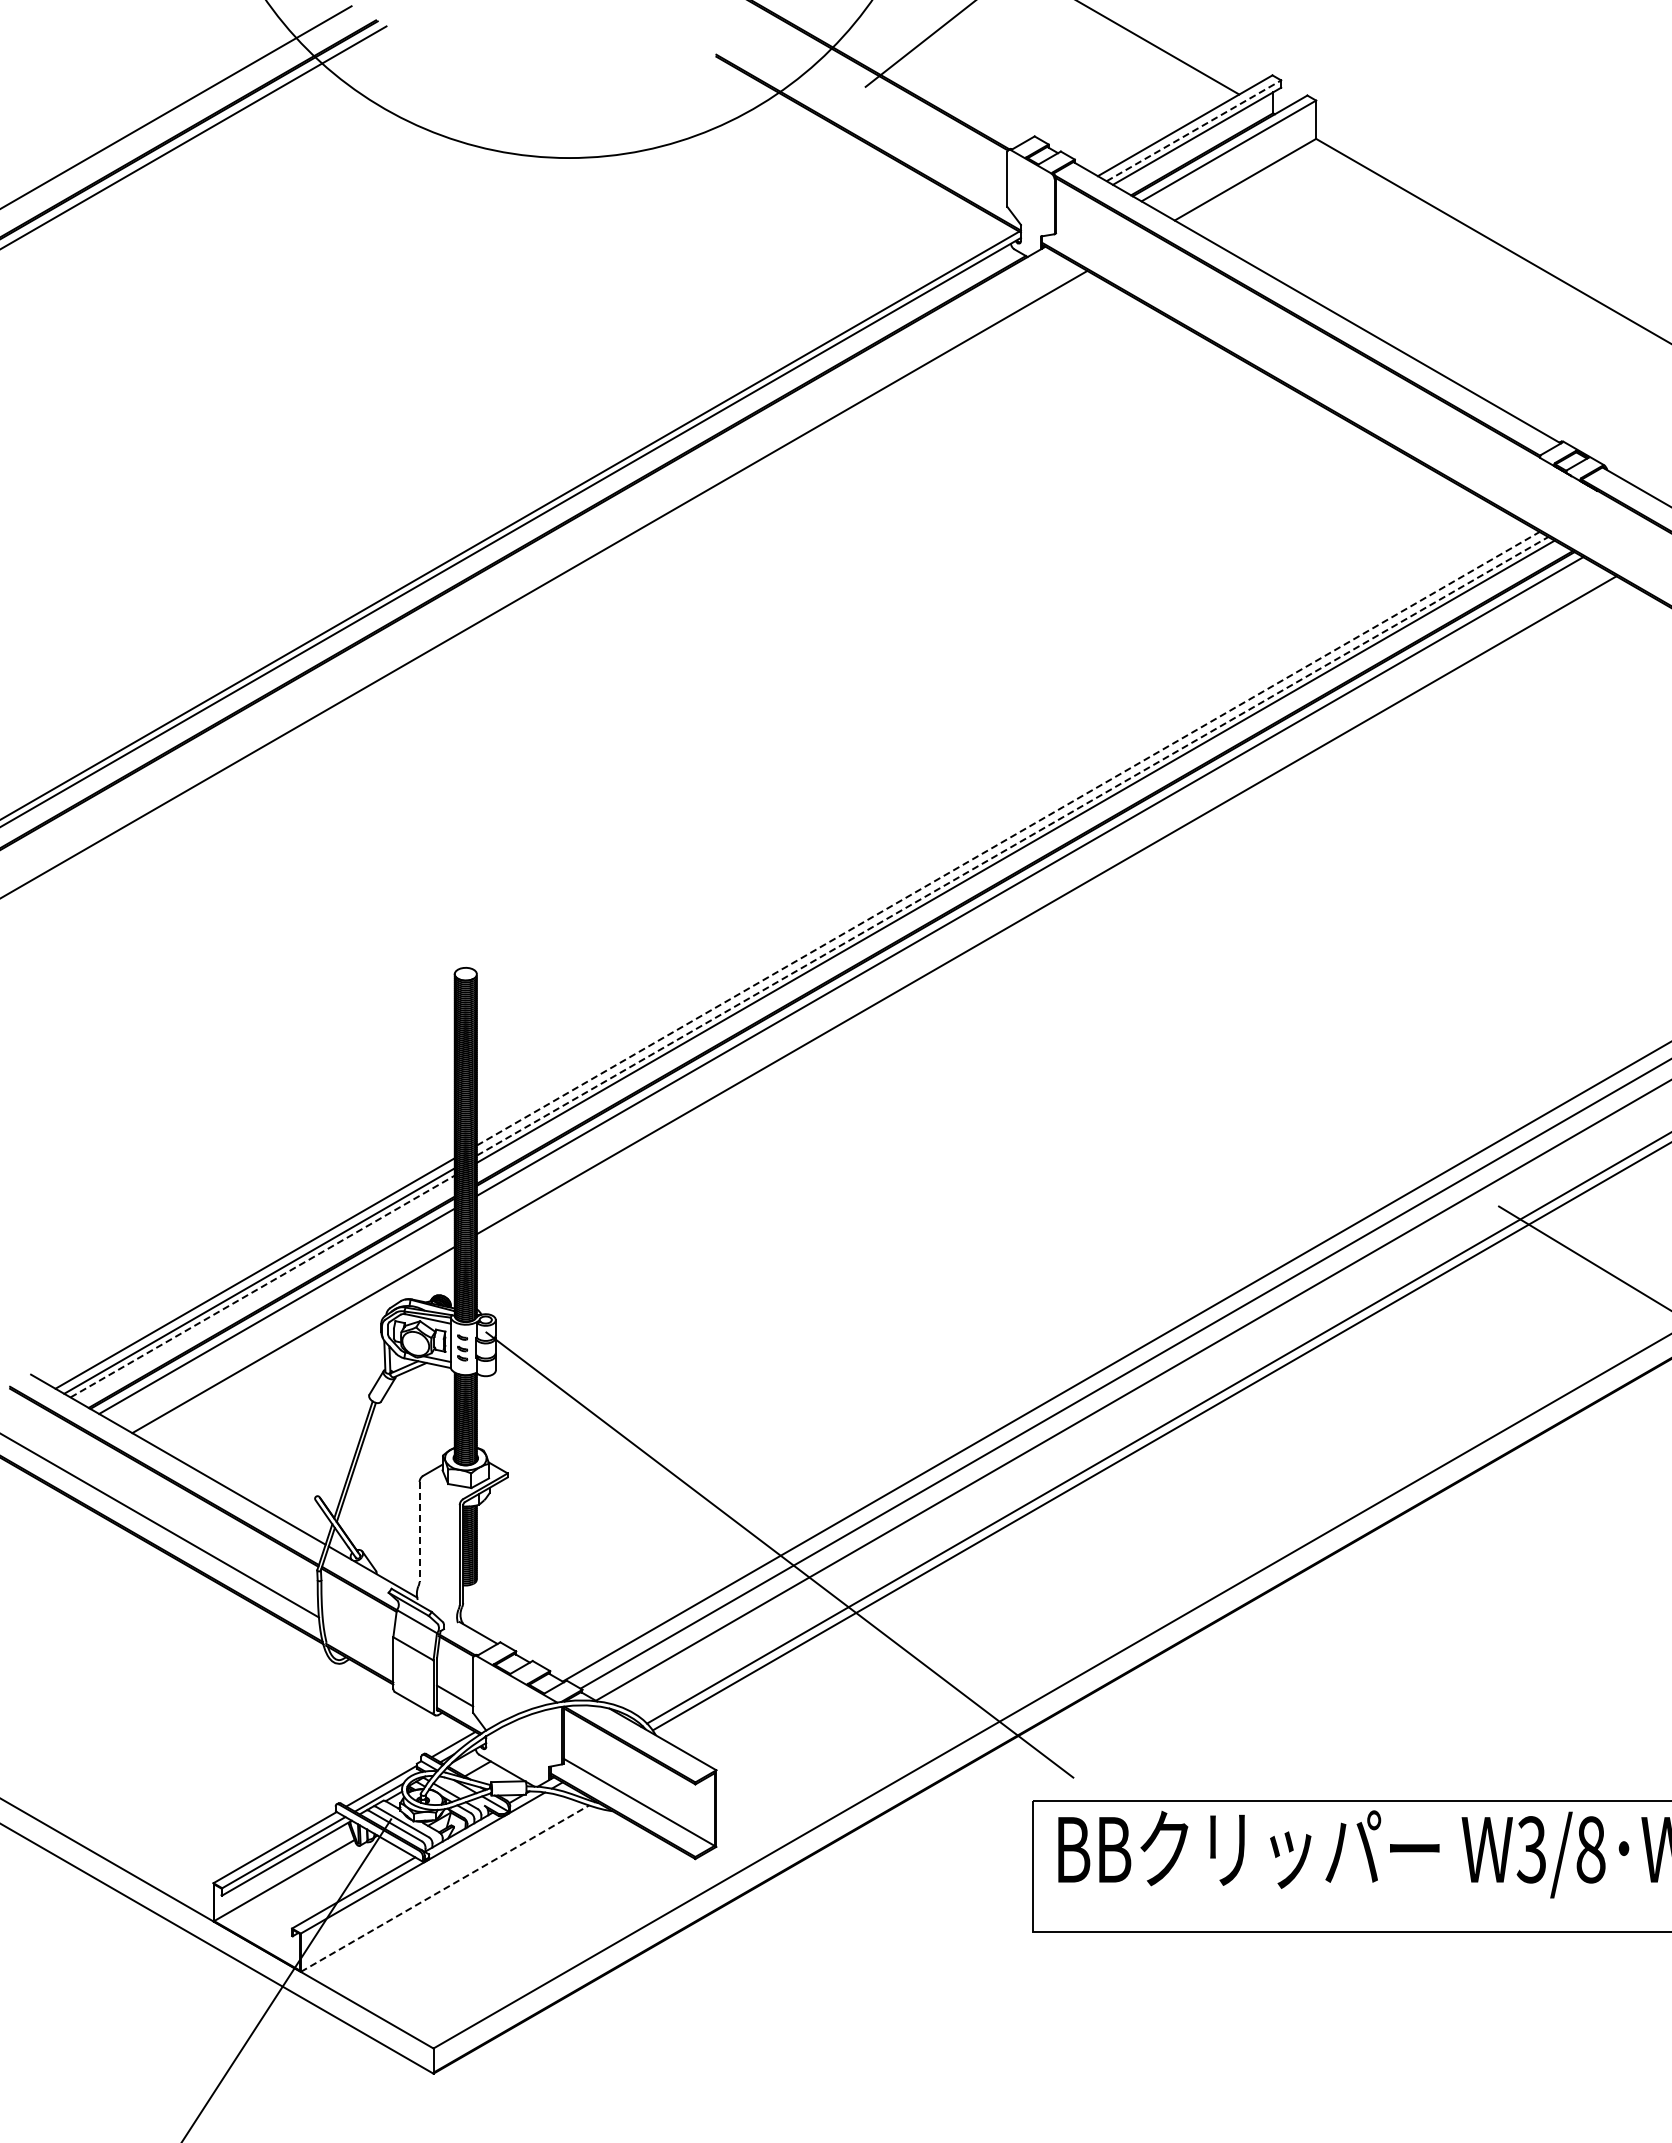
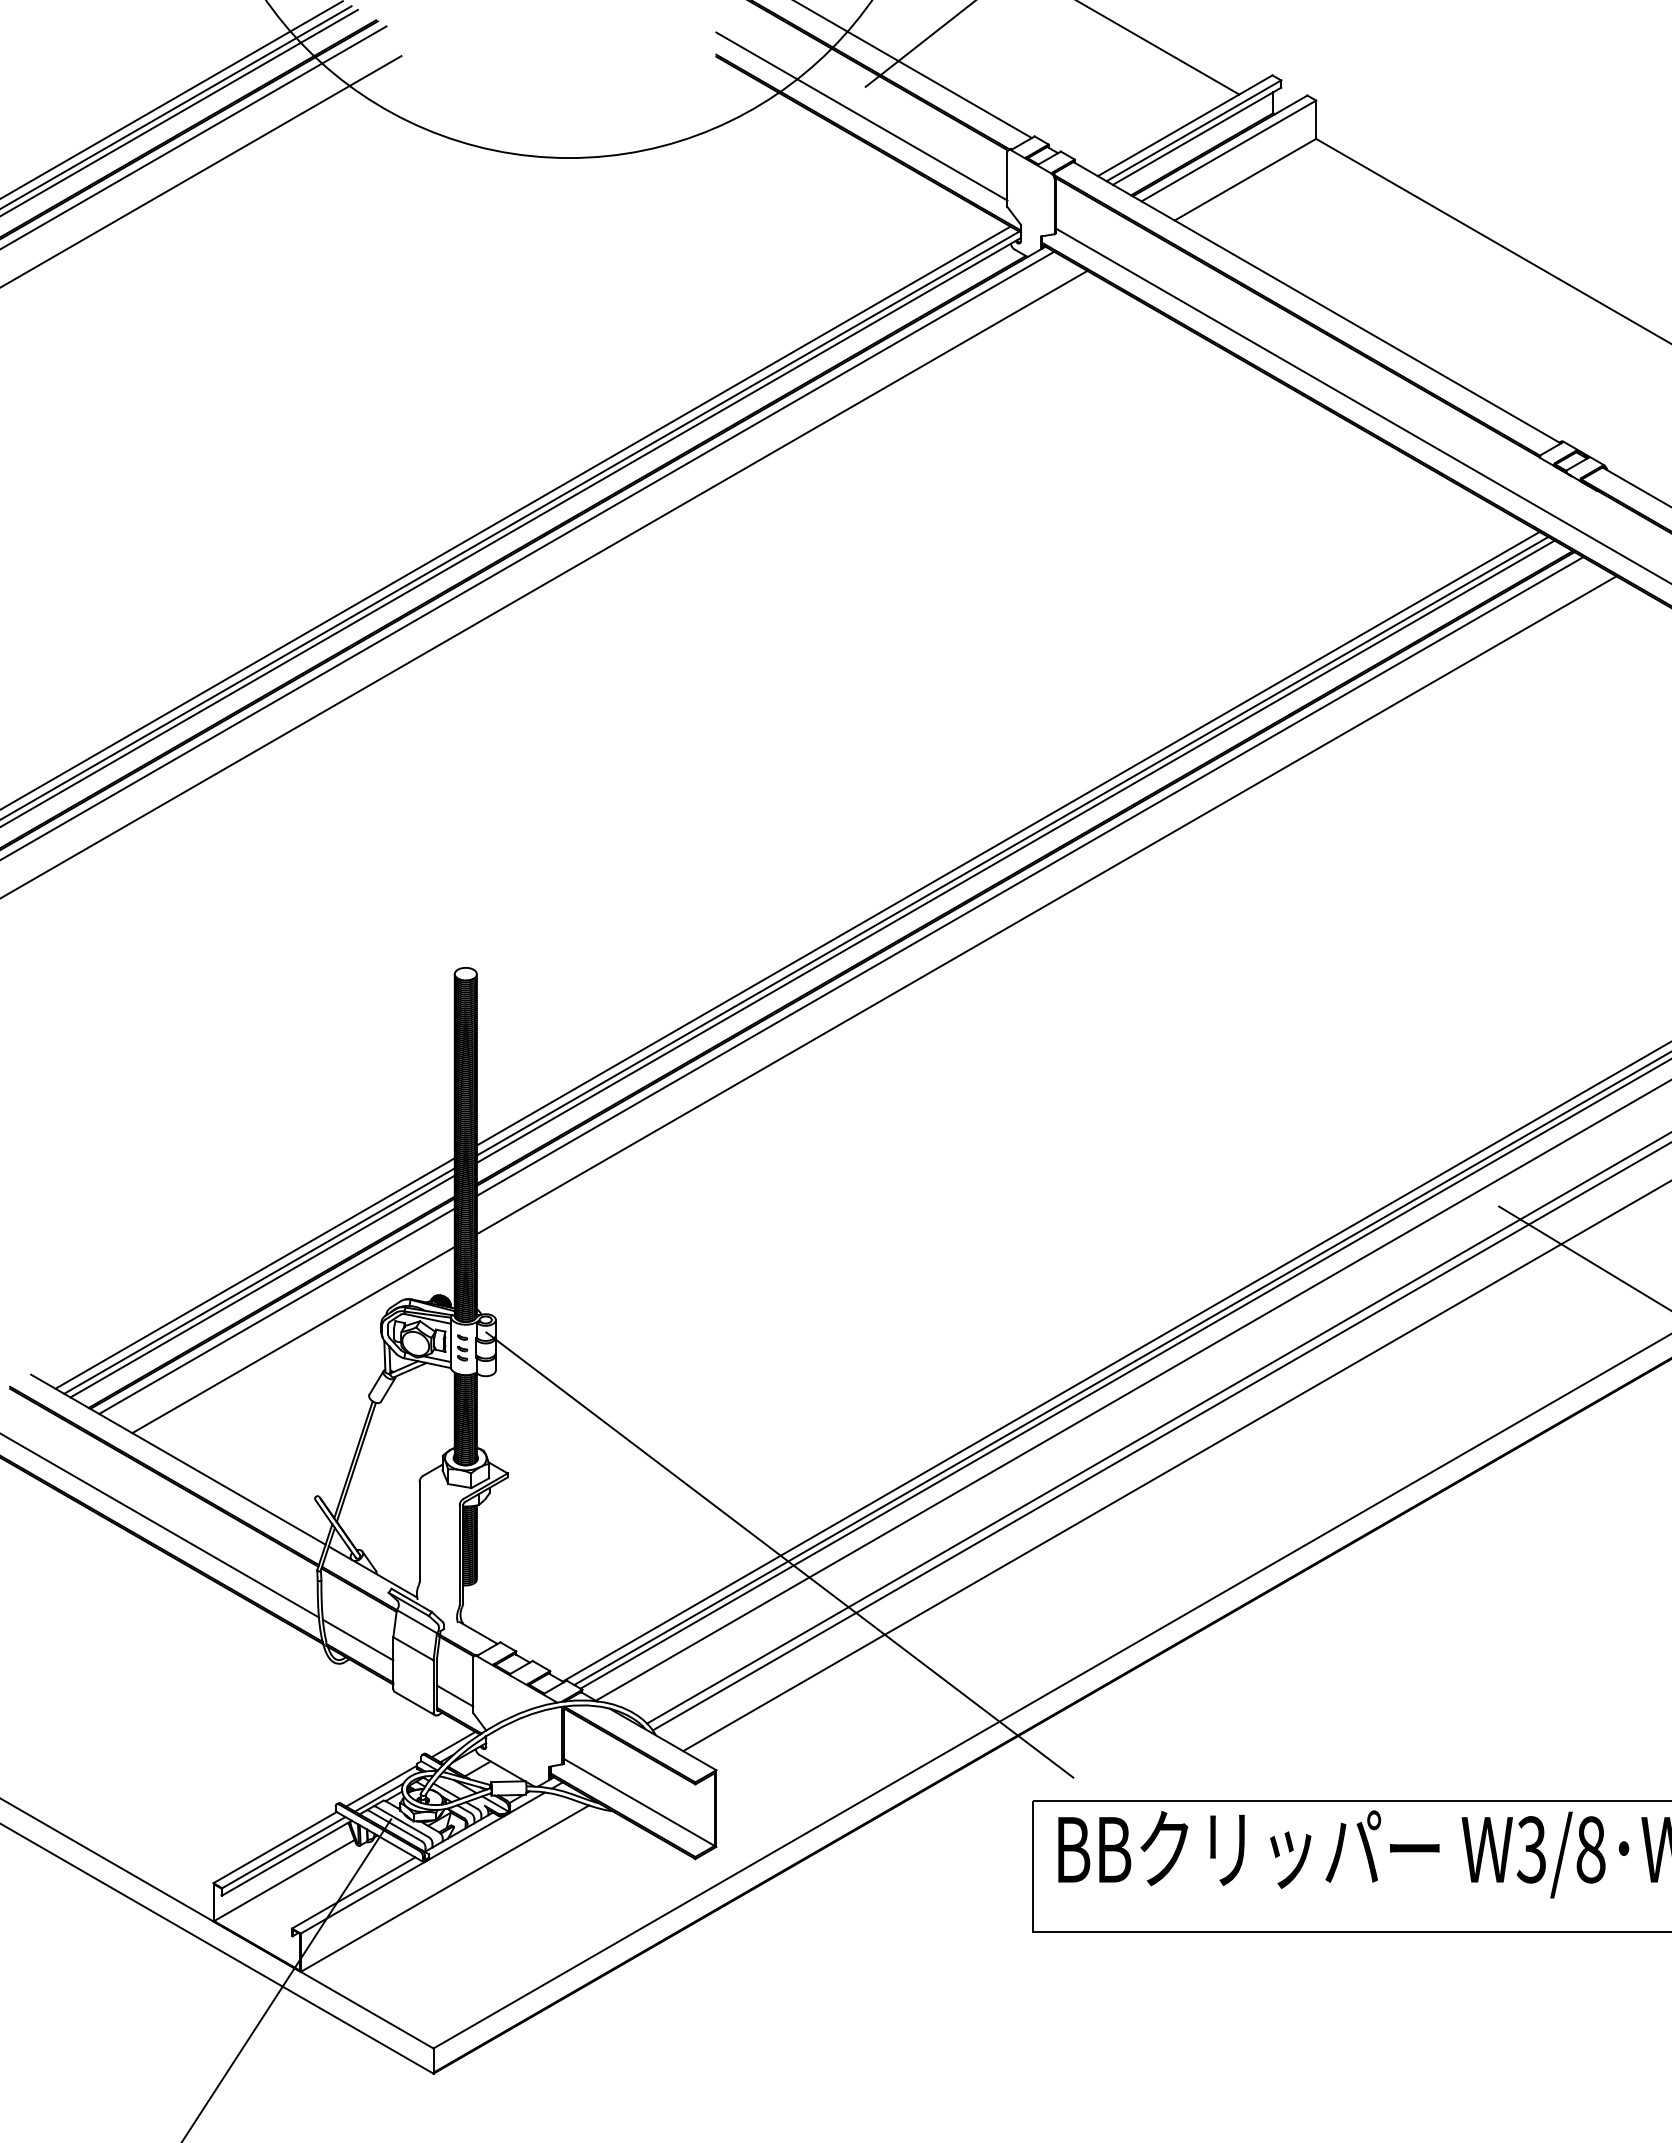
line at (913, 70): none -> present
line at (171, 99): none -> present
line at (179, 111): none -> present
line at (861, 116): none -> present
line at (1193, 130): dashed -> solid
line at (201, 171): none -> present
line at (1361, 405): none -> present
line at (506, 517): none -> present
line at (528, 554): none -> present
line at (1008, 838): dashed -> solid
line at (1012, 846): dashed -> solid
line at (262, 1286): dashed -> solid
line at (1121, 1369): none -> present
line at (1175, 1466): none -> present
line at (419, 1531): dashed -> solid
line at (357, 1639): none -> present
line at (445, 1888): dashed -> solid
